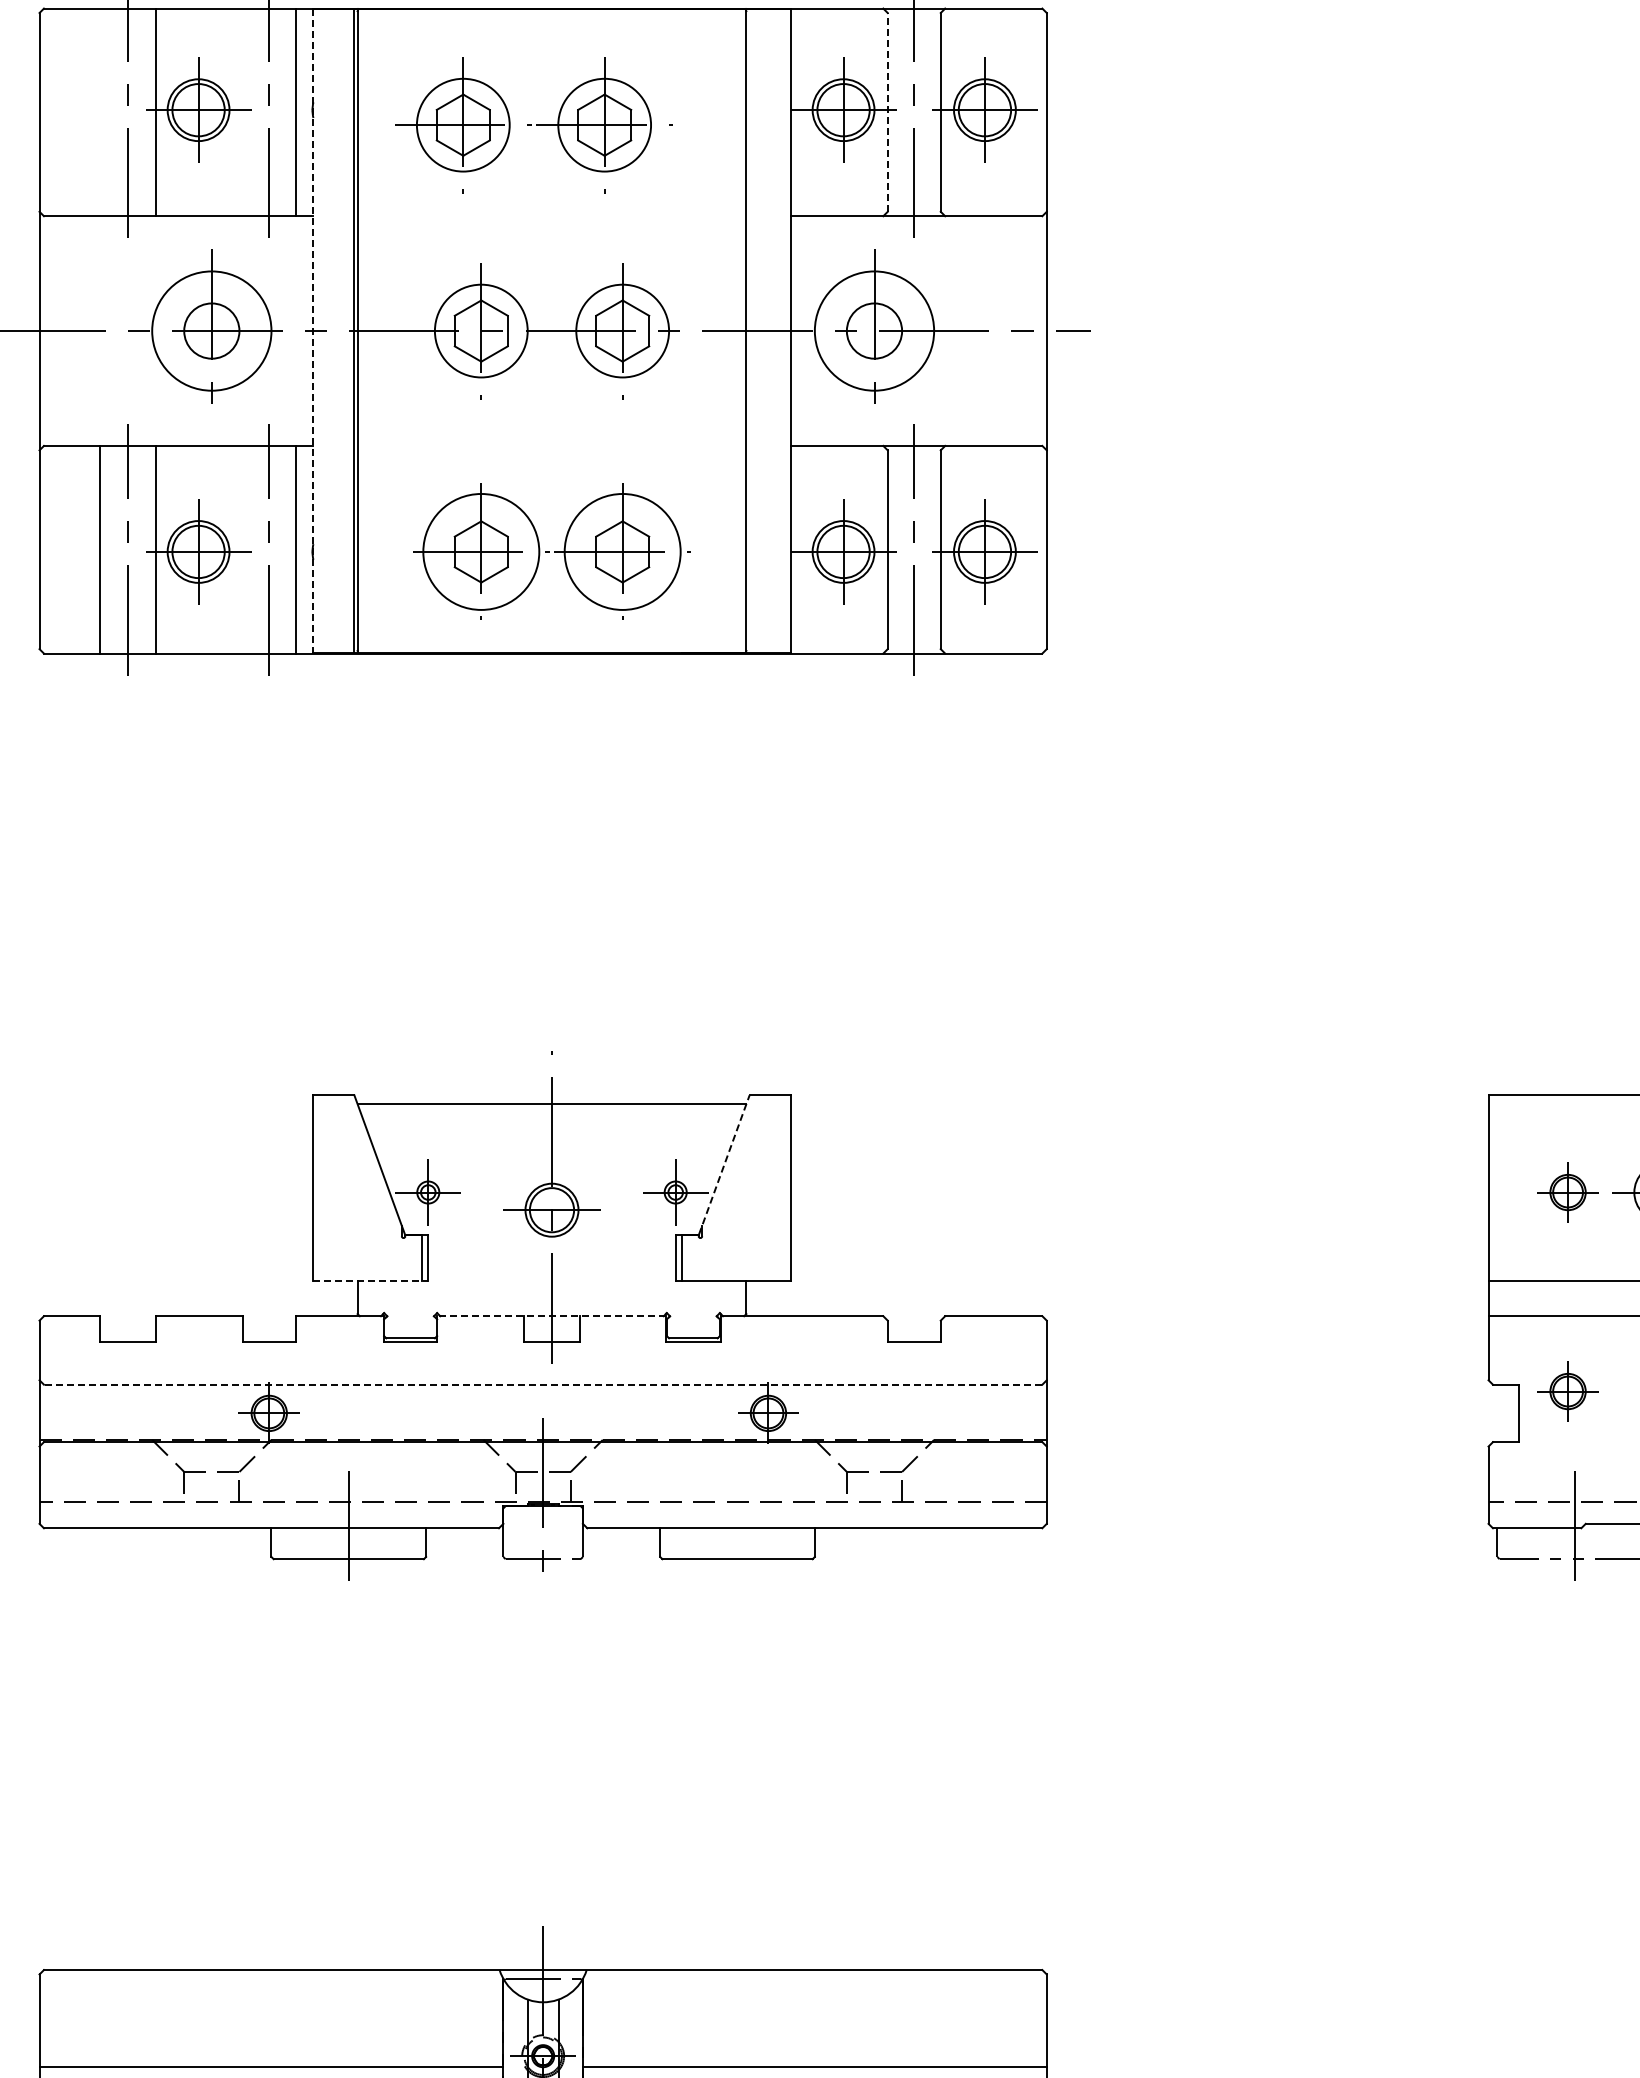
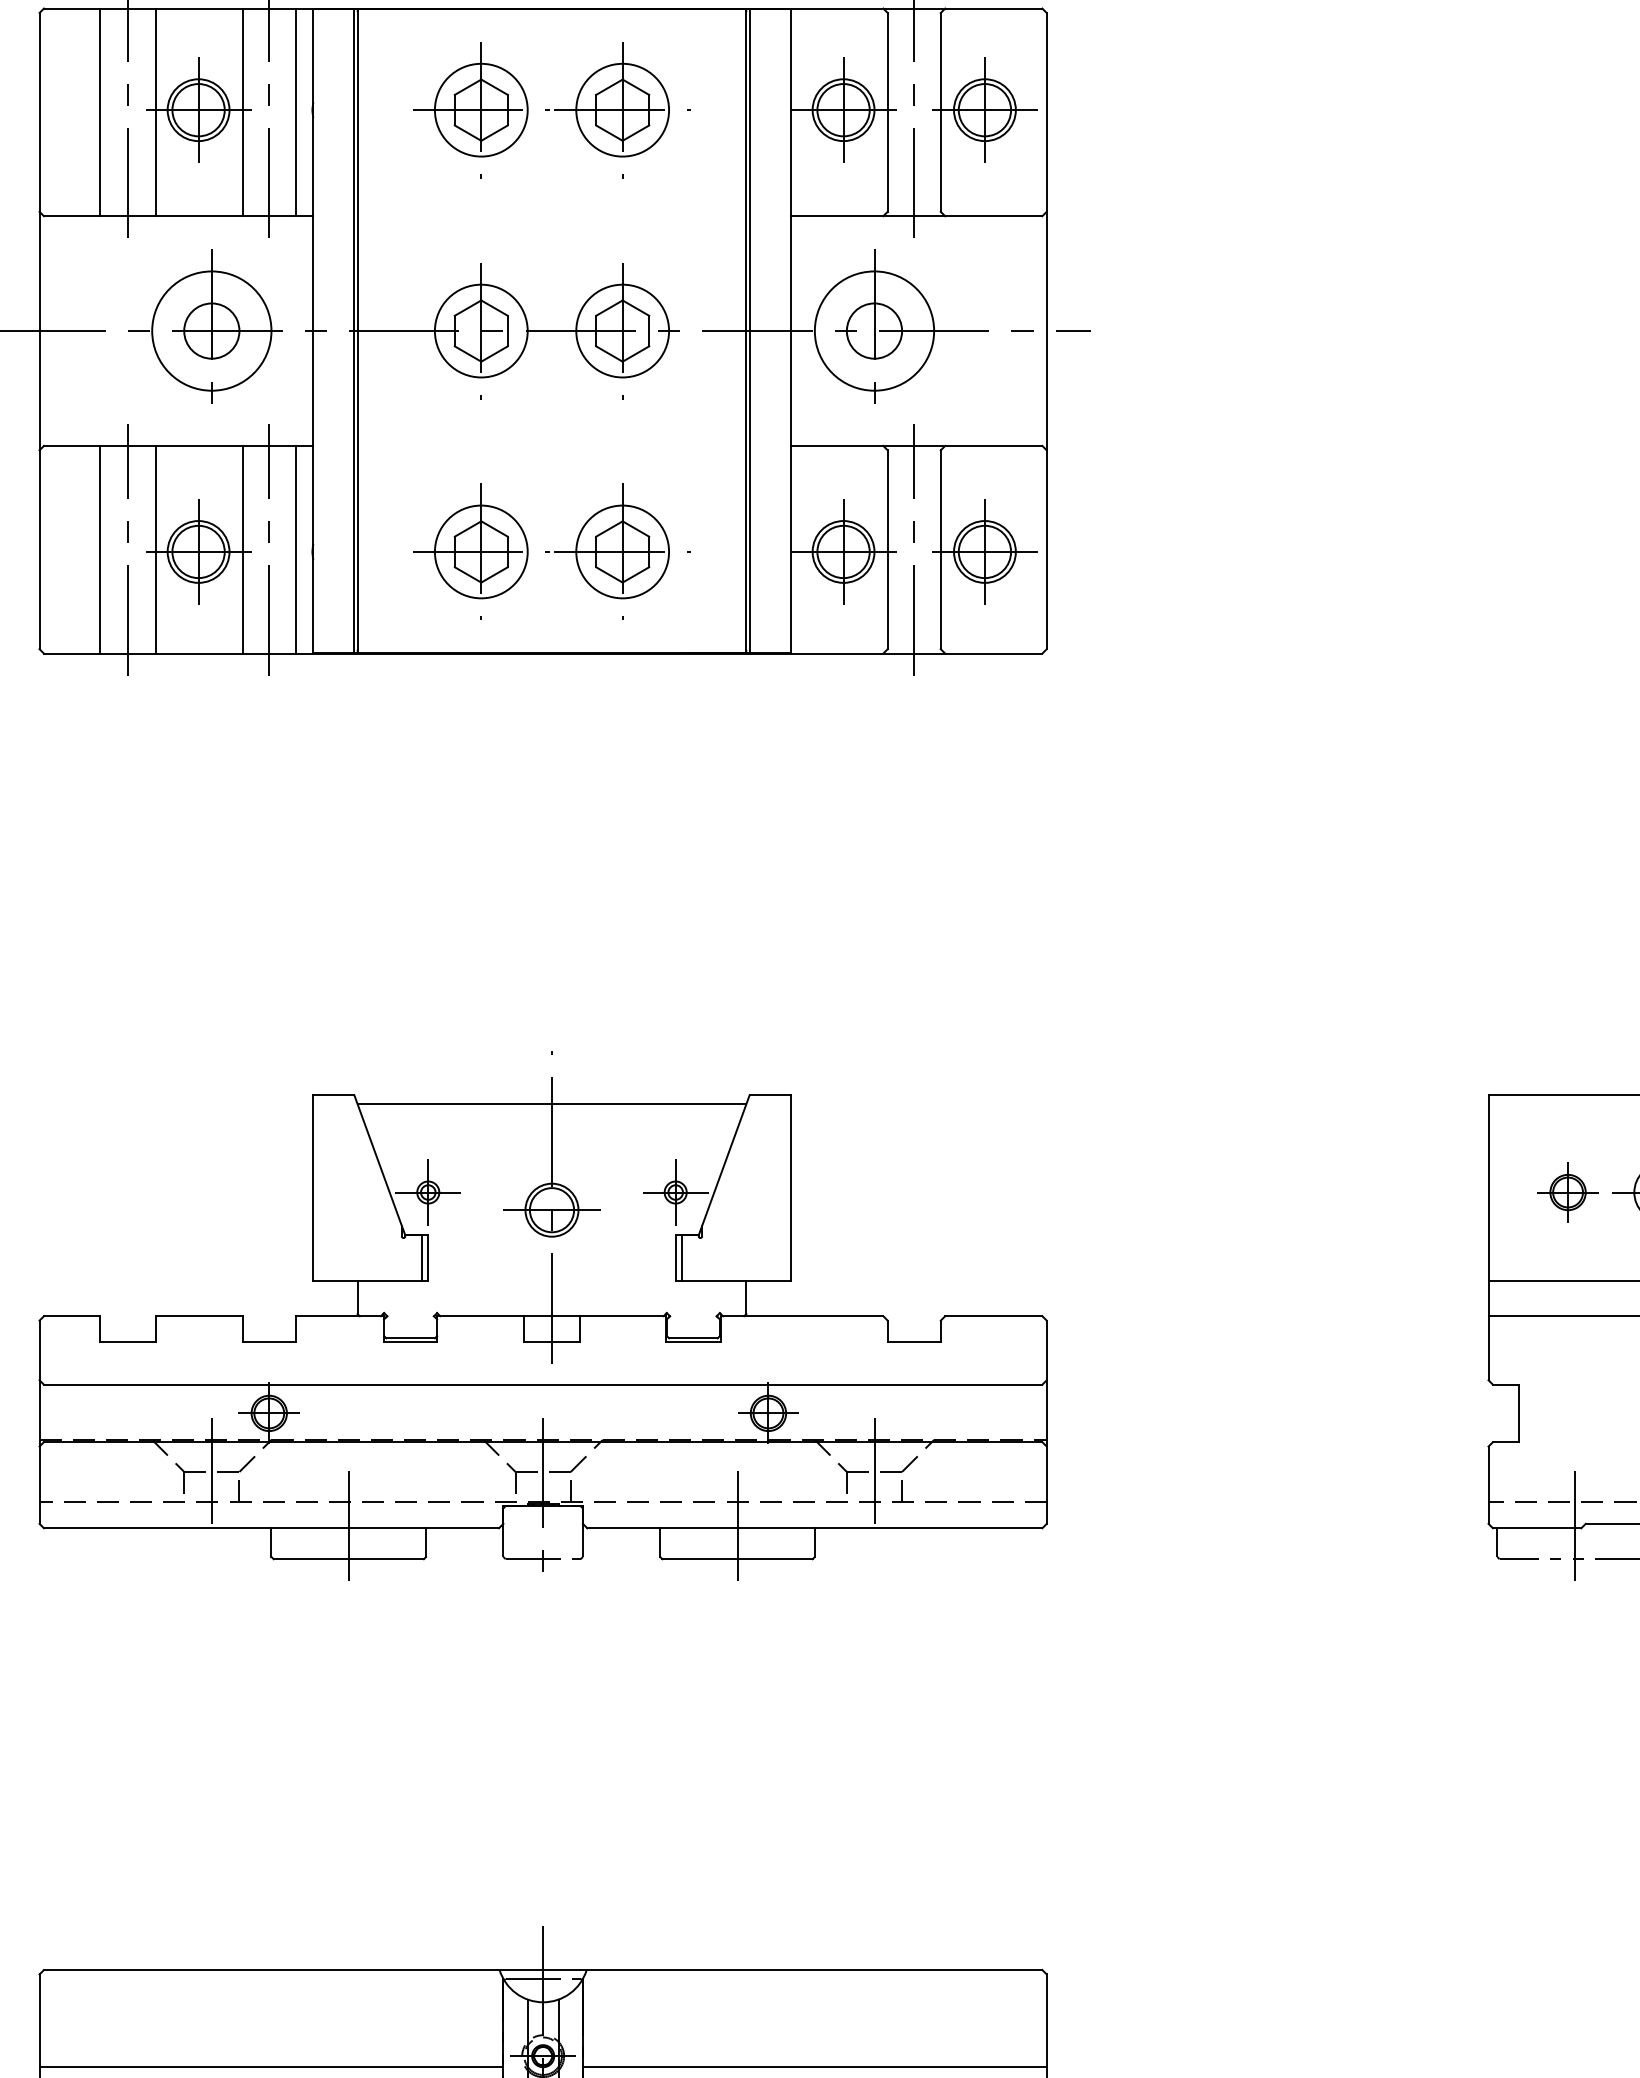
line at (887, 111): dashed -> solid
line at (100, 112): none -> present
line at (242, 112): none -> present
part at (533, 125) position: (533, 125) -> (551, 110)
line at (749, 330): none -> present
line at (313, 331): dashed -> solid
line at (242, 549): none -> present
circle at (481, 551) diameter: 116 px -> 93 px
circle at (622, 551) diameter: 116 px -> 93 px
line at (724, 1164): dashed -> solid
line at (371, 1280): dashed -> solid
line at (550, 1316): dashed -> solid
line at (542, 1384): dashed -> solid
part at (1567, 1391): present -> none
line at (211, 1470): none -> present
line at (874, 1470): none -> present
line at (737, 1521): none -> present
